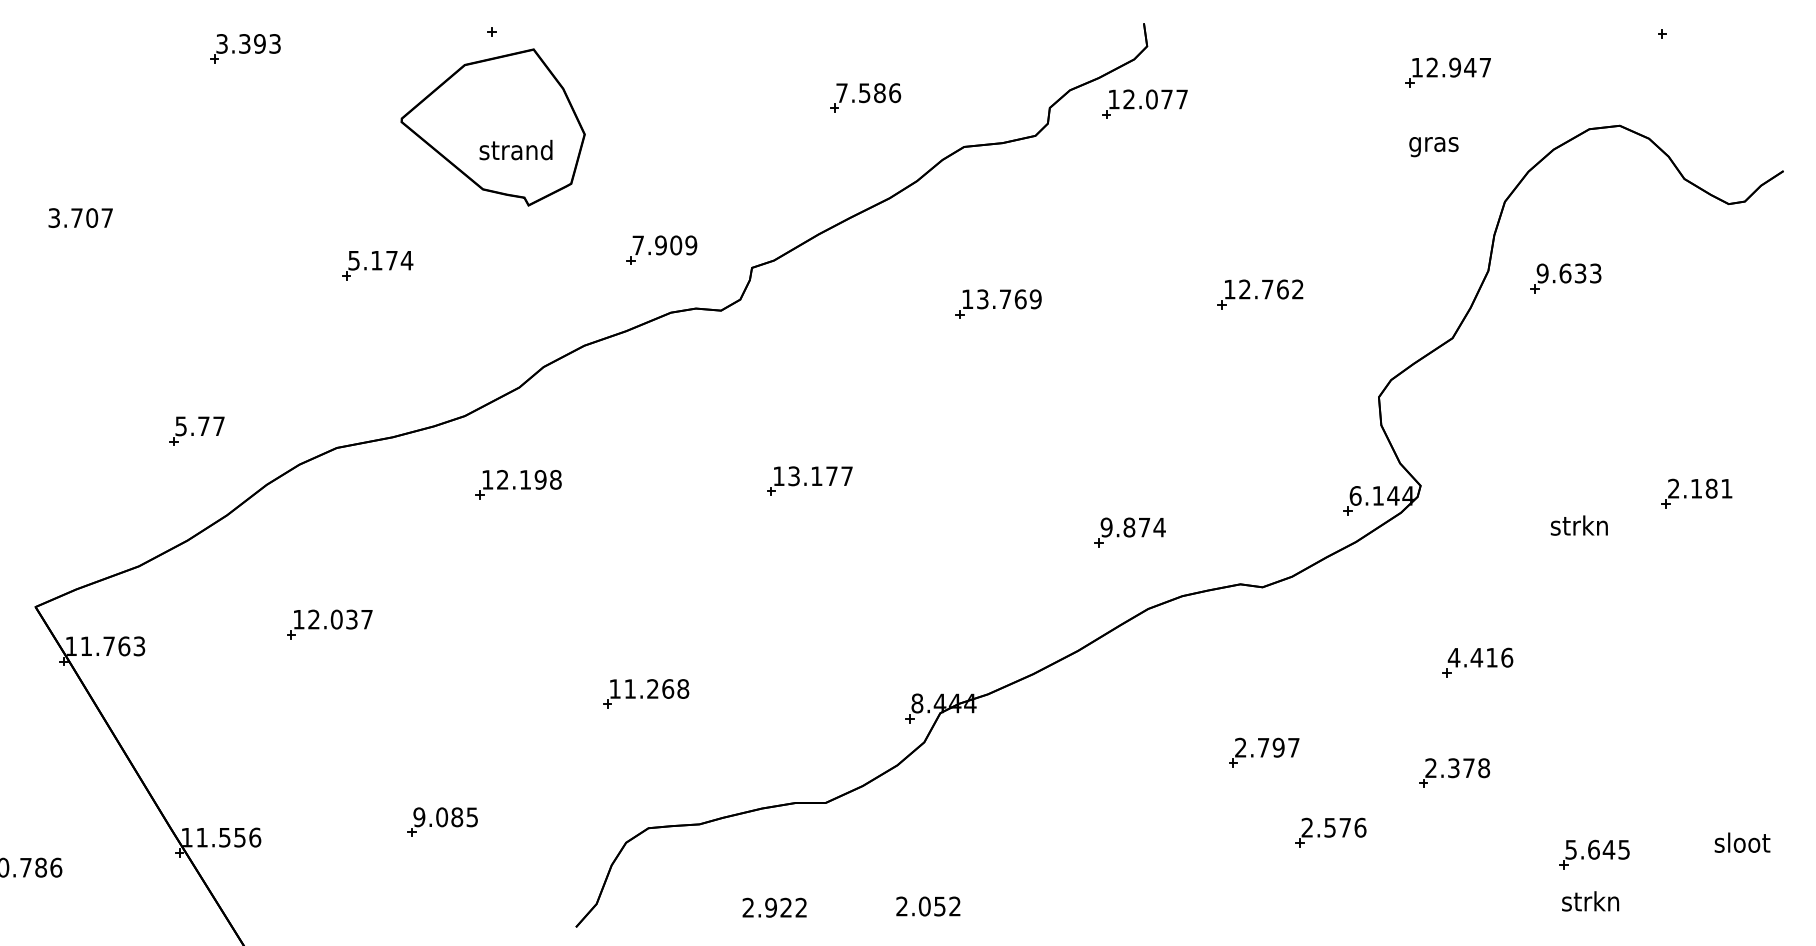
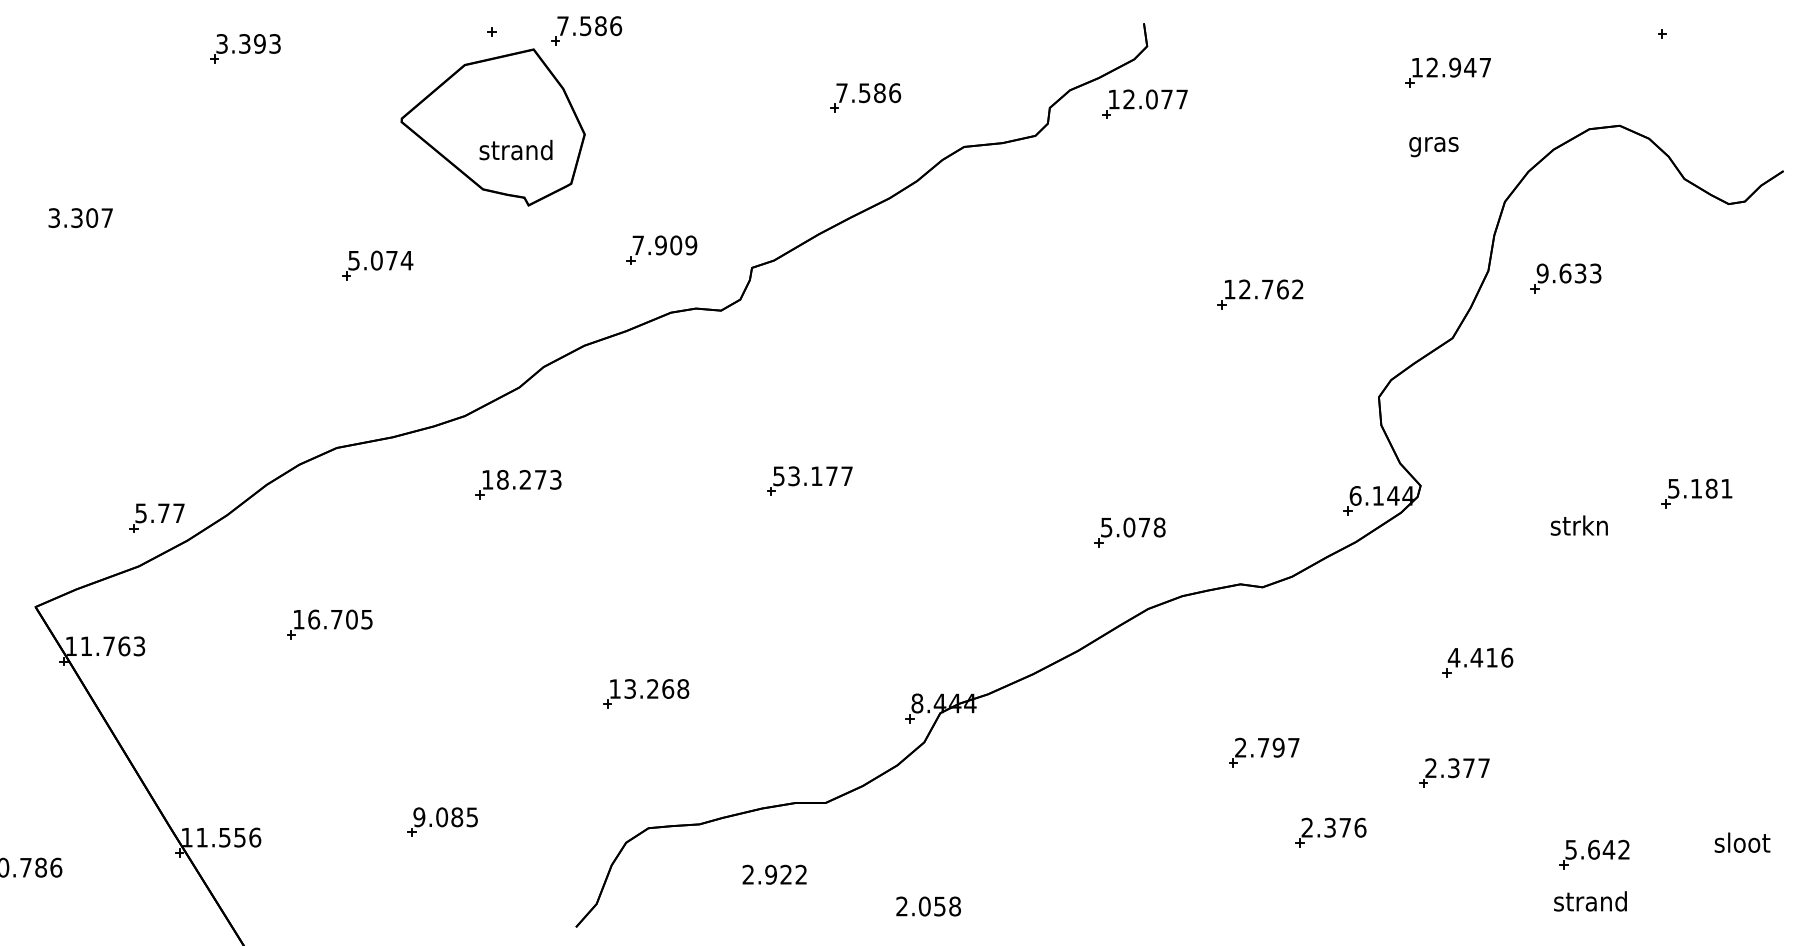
part at (586, 30): none -> present
text at (76, 218): 3.707 -> 3.307
text at (376, 260): 5.174 -> 5.074
part at (998, 303): present -> none
part at (196, 430) position: (196, 430) -> (156, 517)
text at (778, 476): 13.177 -> 53.177
text at (529, 479): 12.198 -> 18.273
text at (1673, 488): 2.181 -> 5.181
text at (1132, 527): 9.874 -> 5.078
text at (340, 619): 12.037 -> 16.705
text at (629, 688): 11.268 -> 13.268
text at (1484, 768): 2.378 -> 2.377
text at (1330, 826): 2.576 -> 2.376
text at (1623, 849): 5.645 -> 5.642
text at (1590, 901): strkn -> strand
text at (954, 906): 2.052 -> 2.058
text at (774, 907) position: (774, 907) -> (774, 874)
